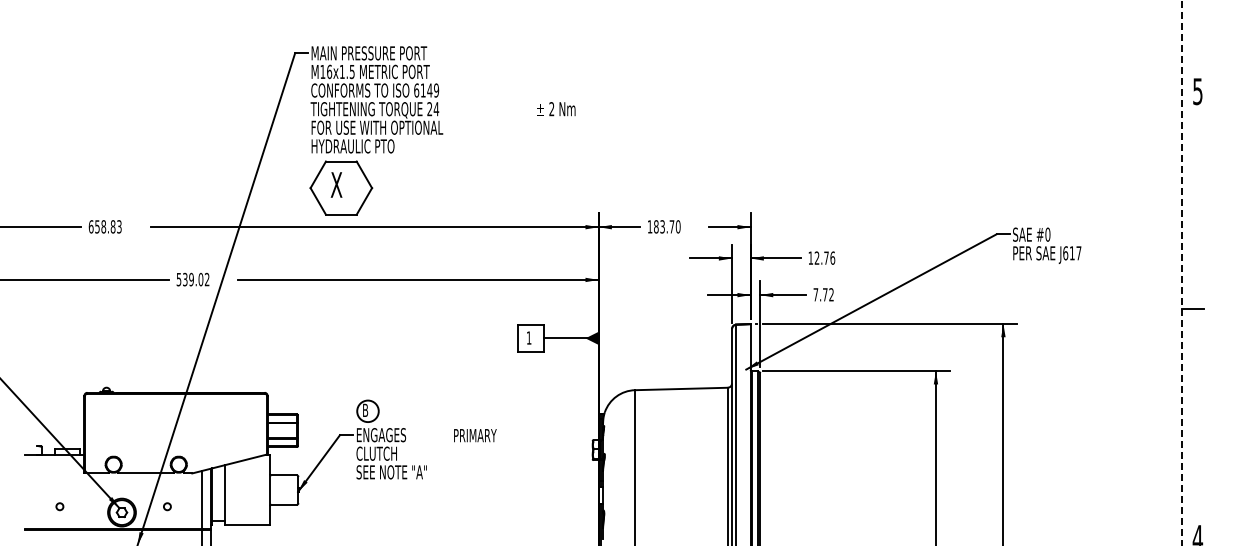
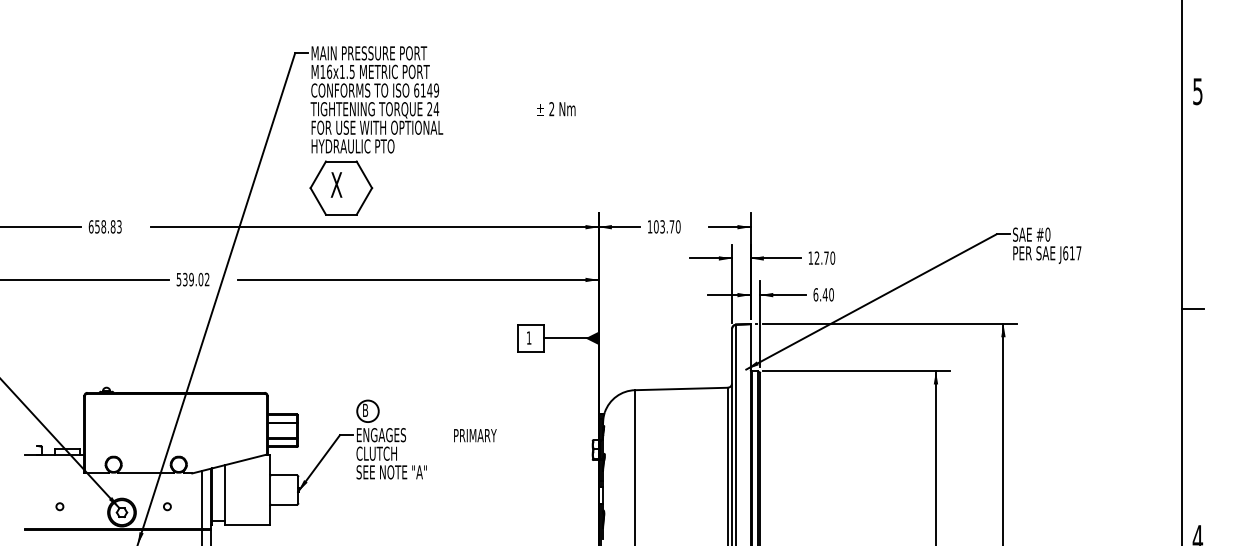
text at (656, 226): 183.70 -> 103.70
text at (832, 257): 12.76 -> 12.70
line at (1181, 272): dashed -> solid
text at (823, 294): 7.72 -> 6.40
